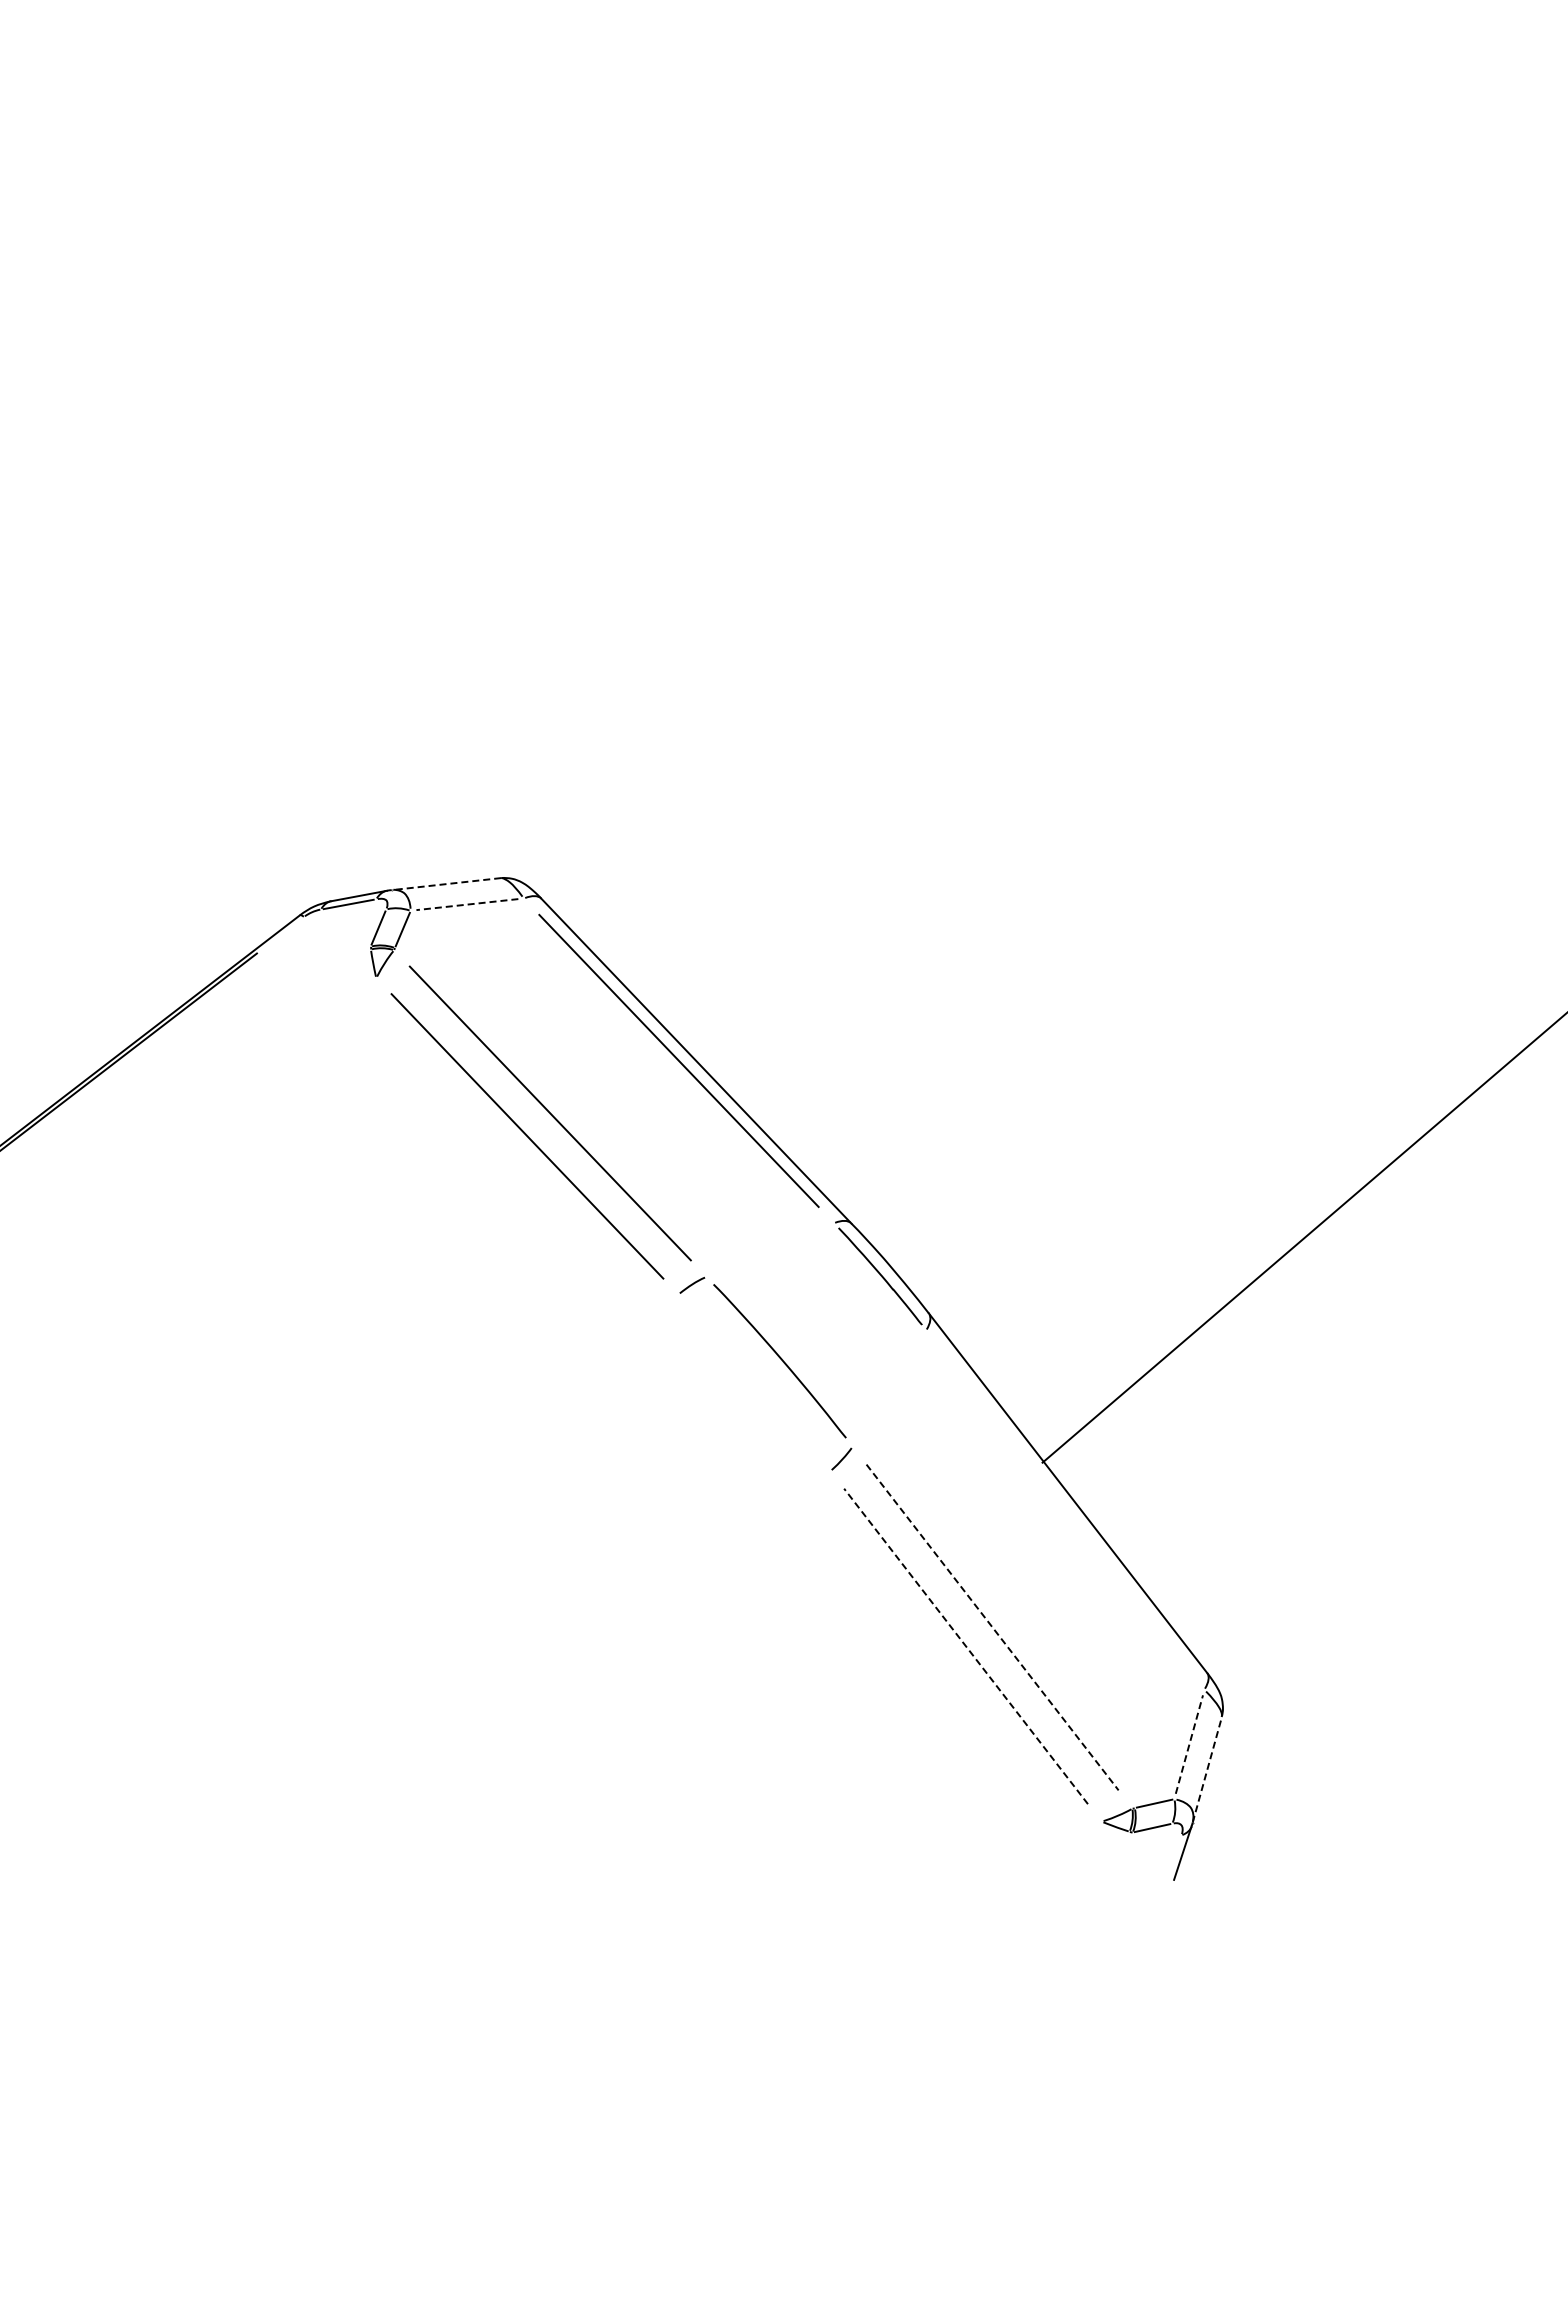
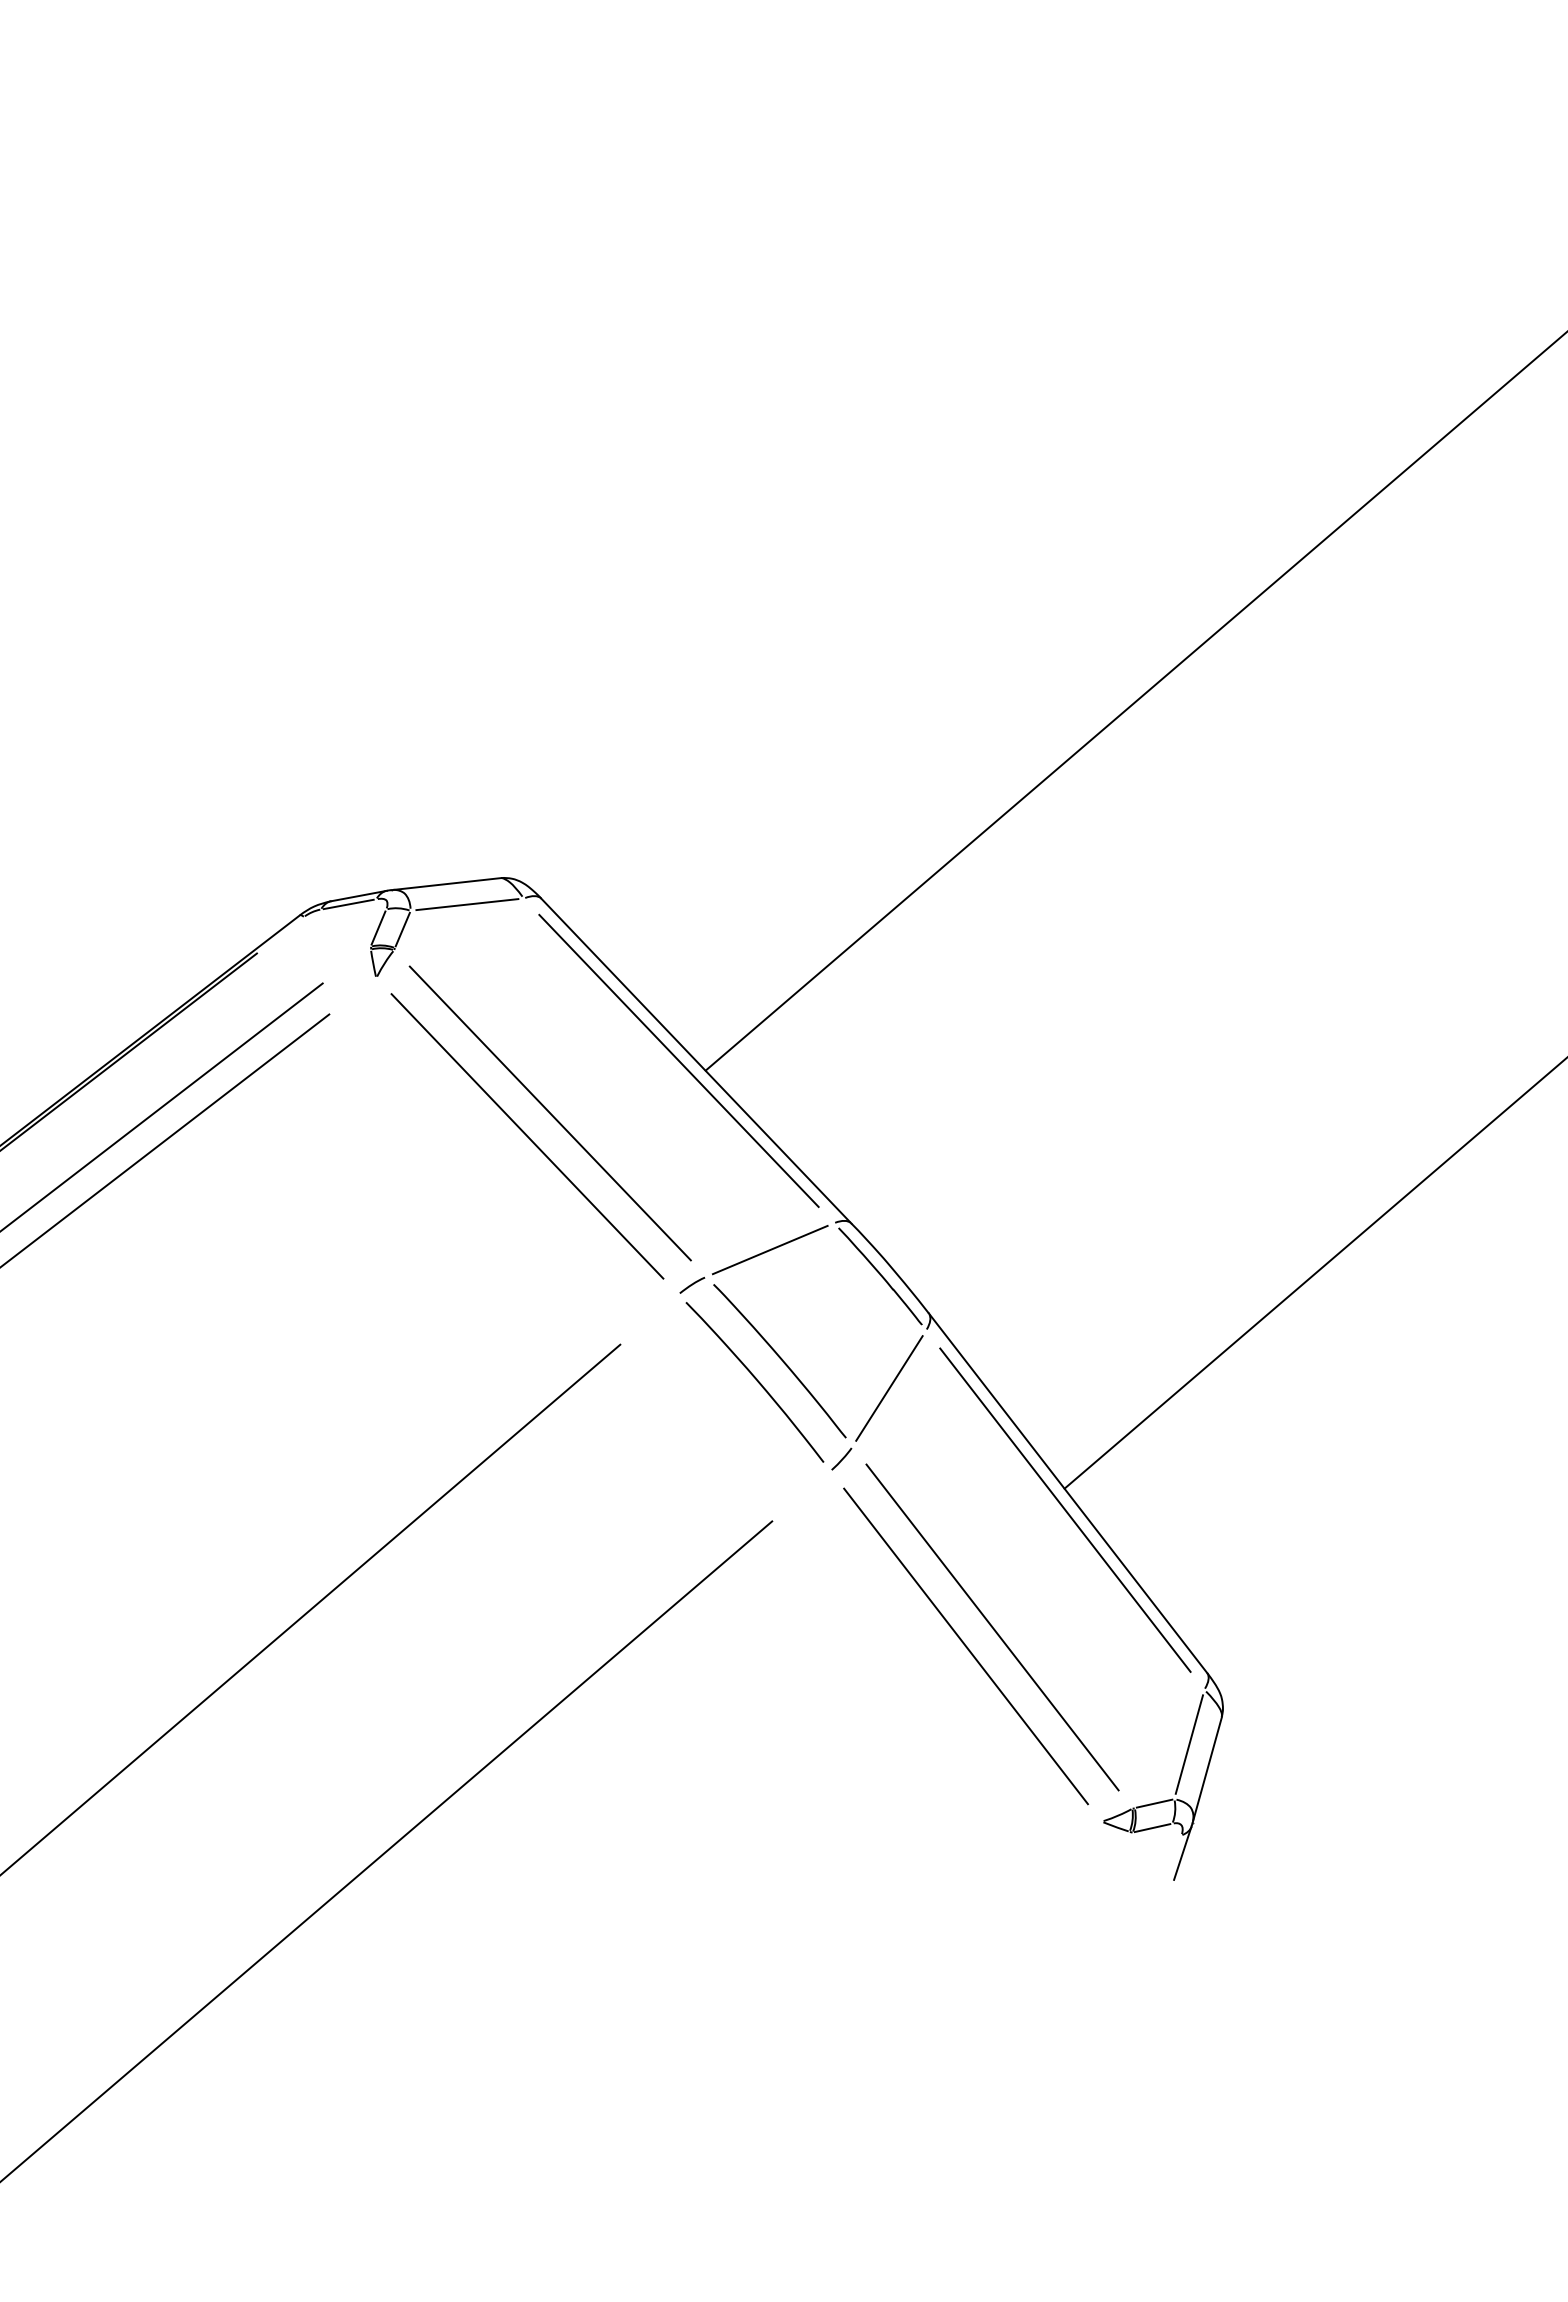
line at (1134, 702): none -> present
line at (445, 884): dashed -> solid
line at (466, 904): dashed -> solid
line at (162, 1106): none -> present
line at (165, 1139): none -> present
line at (1303, 1238) position: (1303, 1238) -> (1314, 1273)
line at (769, 1249): none -> present
curve at (756, 1380): none -> present
line at (889, 1388): none -> present
line at (1065, 1509): none -> present
line at (311, 1608): none -> present
line at (992, 1627): dashed -> solid
line at (965, 1646): dashed -> solid
line at (1189, 1744): dashed -> solid
line at (1207, 1769): dashed -> solid
line at (387, 1850): none -> present
